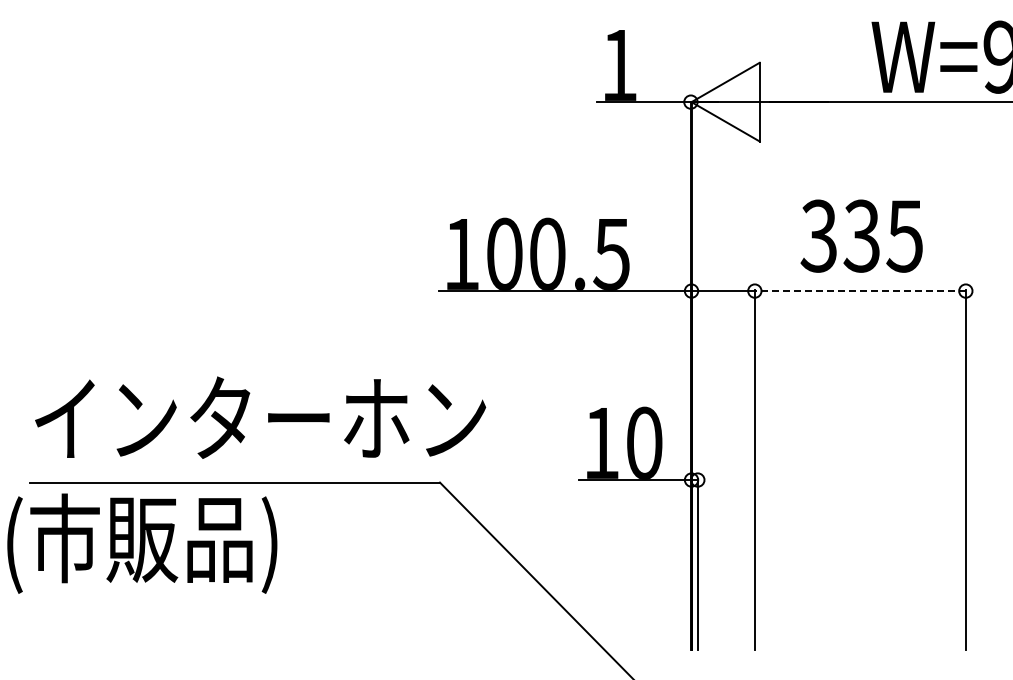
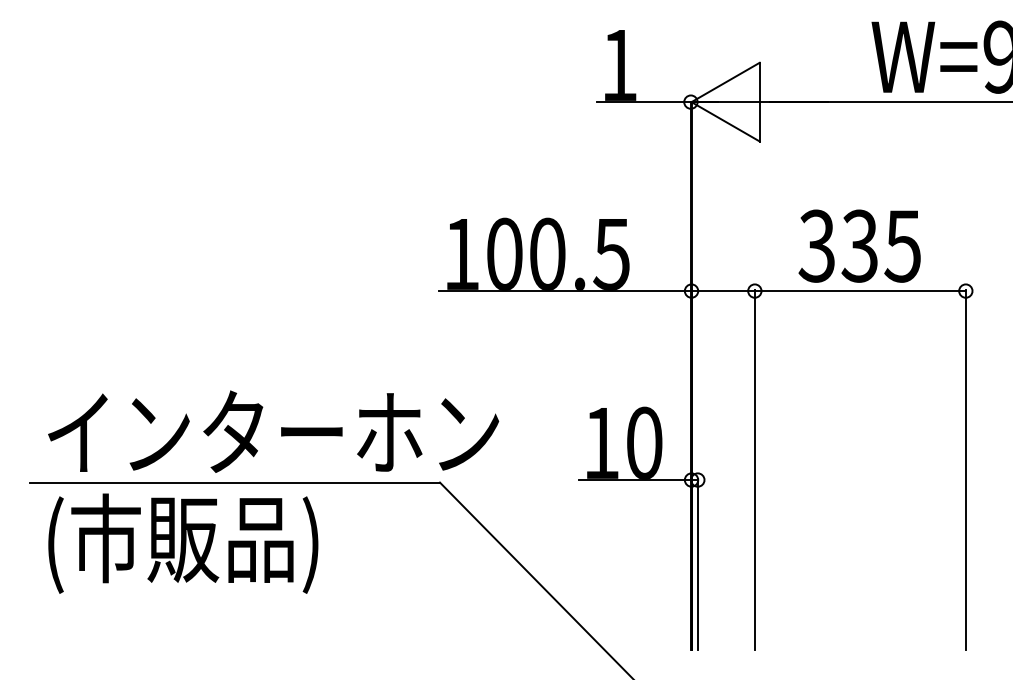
text at (861, 235) position: (861, 235) -> (859, 245)
line at (860, 291): dashed -> solid
text at (260, 417) position: (260, 417) -> (273, 431)
text at (142, 543) position: (142, 543) -> (183, 543)
